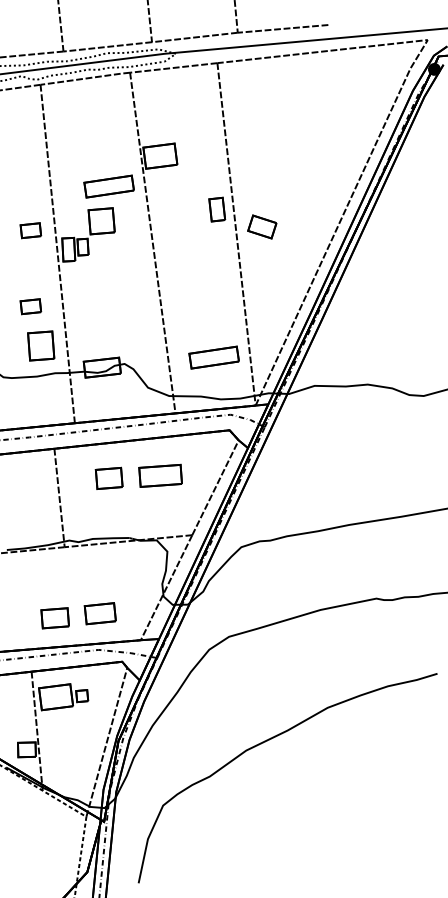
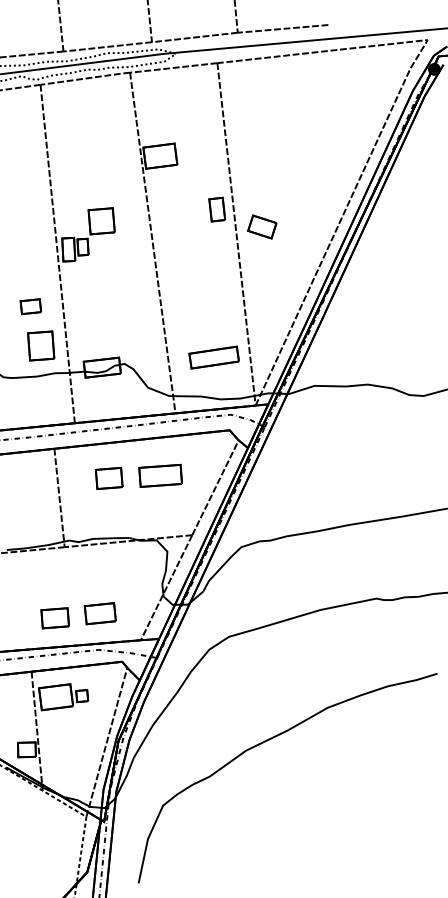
part at (108, 186): present -> none
part at (30, 230): present -> none
